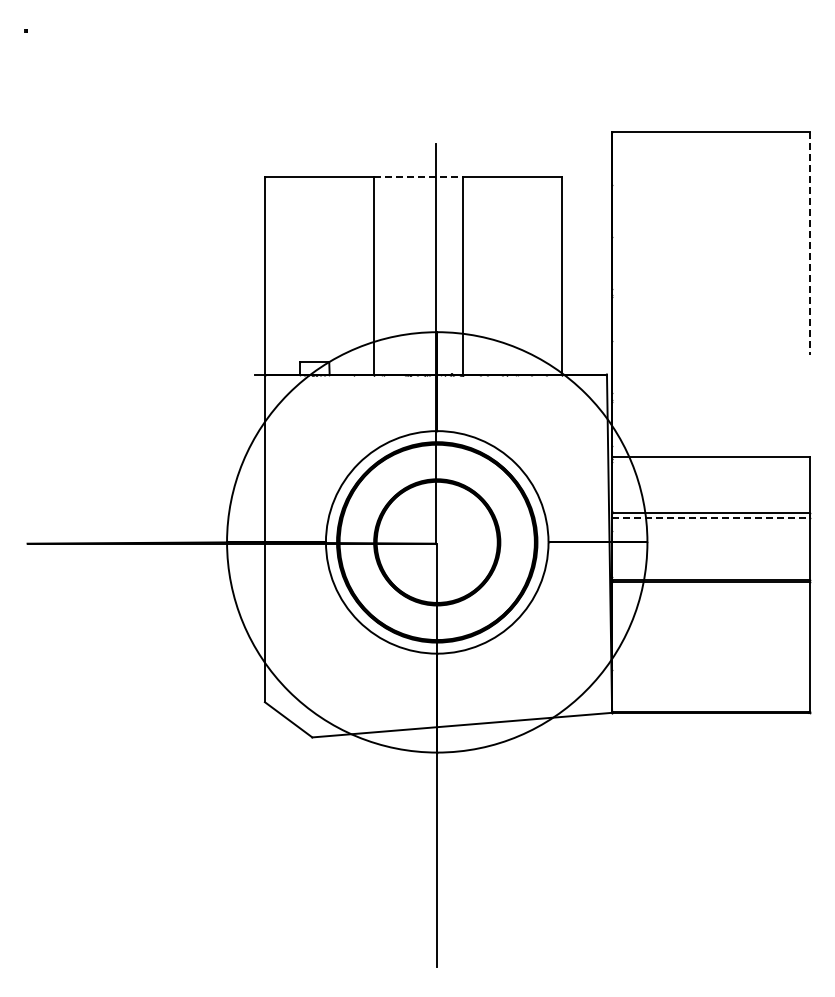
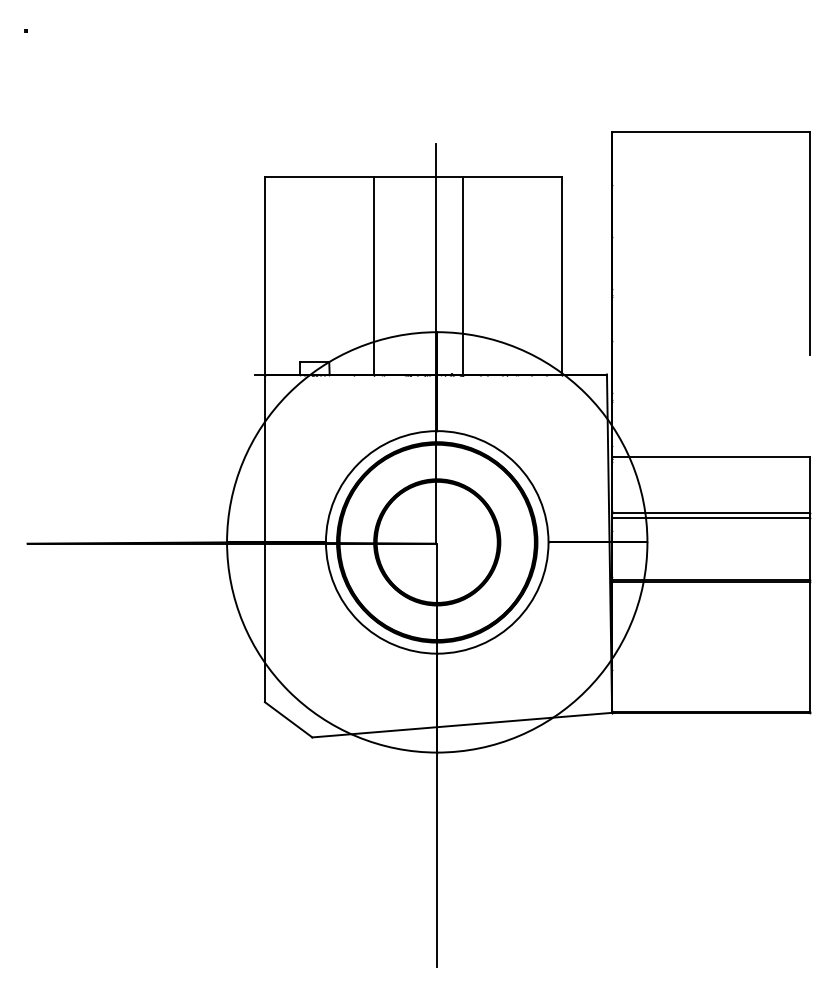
line at (418, 176): dashed -> solid
line at (809, 243): dashed -> solid
line at (711, 517): dashed -> solid
